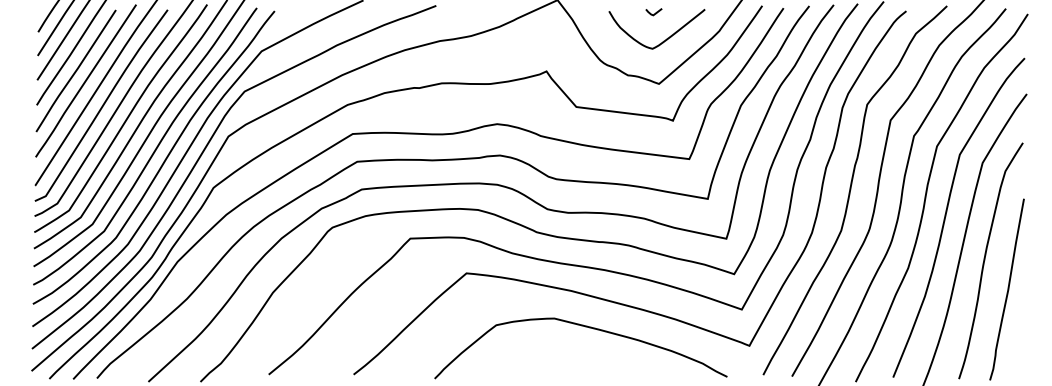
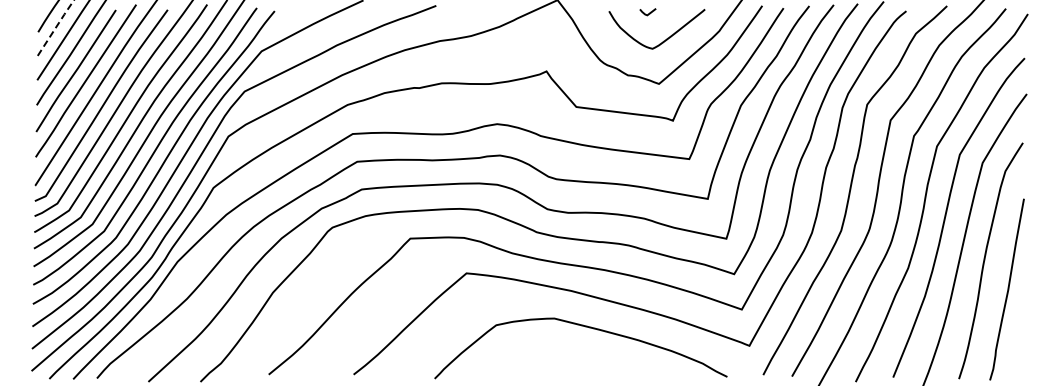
curve at (654, 13) position: (654, 13) -> (648, 13)
line at (56, 26): solid -> dashed
